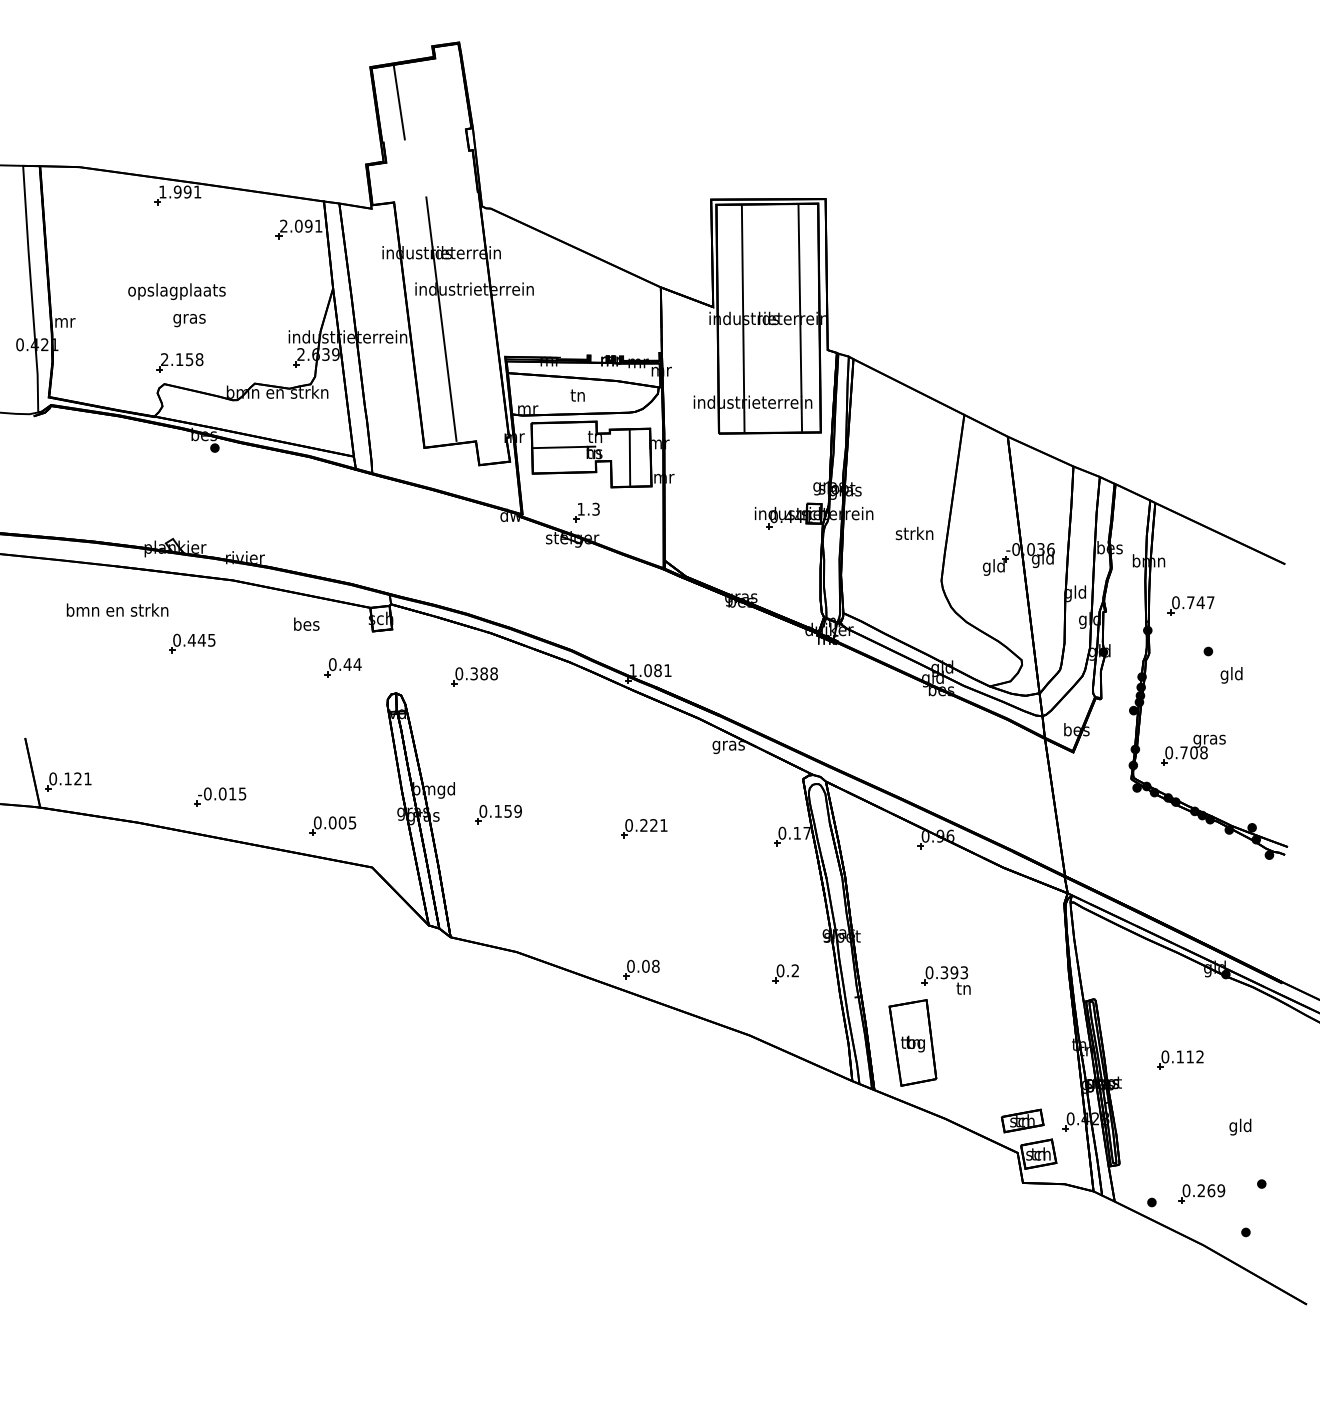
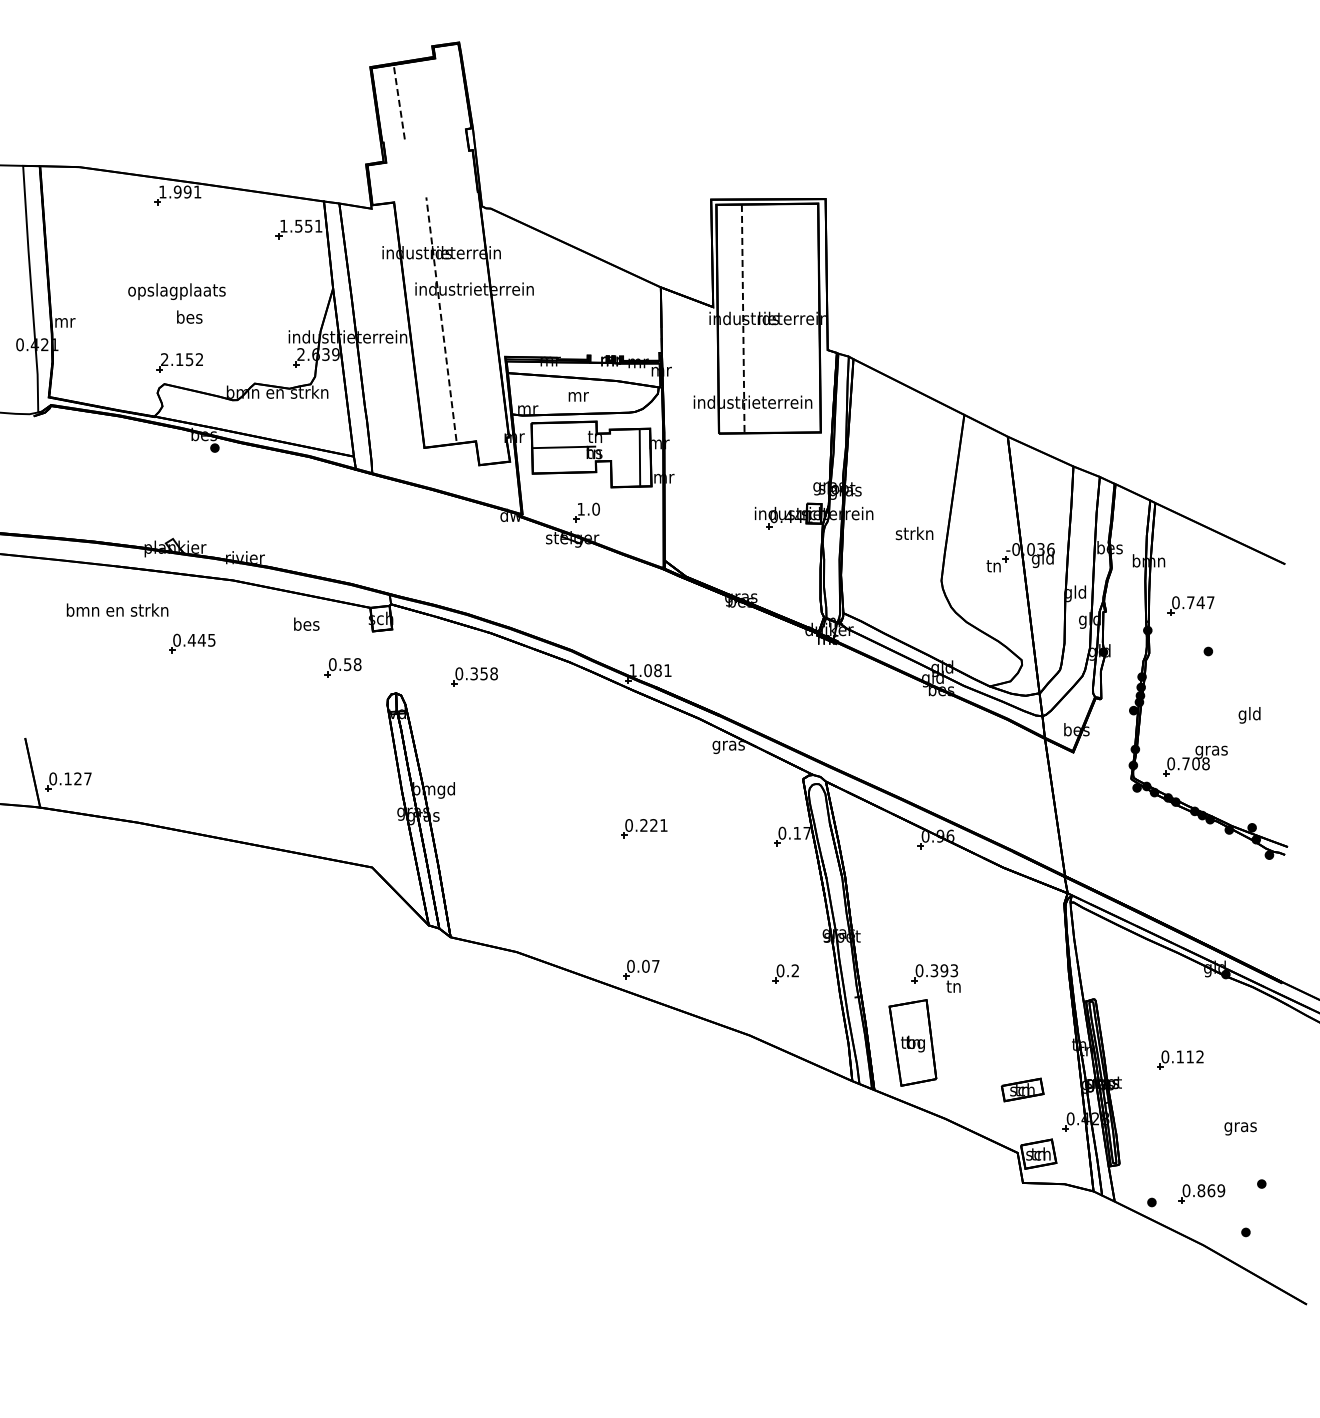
line at (399, 102): solid -> dashed
text at (296, 225): 2.091 -> 1.551
text at (189, 318): gras -> bes
line at (743, 318): solid -> dashed
line at (800, 318): present -> none
line at (441, 319): solid -> dashed
text at (199, 359): 2.158 -> 2.152
text at (578, 395): tn -> mr
line at (629, 457) position: (629, 457) -> (639, 457)
text at (595, 508): 1.3 -> 1.0
text at (993, 567): gld -> tn
text at (352, 664): 0.44 -> 0.58
text at (483, 673): 0.388 -> 0.358
text at (1231, 675) position: (1231, 675) -> (1249, 715)
part at (1193, 749) position: (1193, 749) -> (1195, 760)
text at (87, 778): 0.121 -> 0.127
part at (220, 796): present -> none
part at (498, 814): present -> none
part at (332, 825): present -> none
text at (655, 965): 0.08 -> 0.07
part at (945, 980) position: (945, 980) -> (935, 978)
part at (1022, 1120) position: (1022, 1120) -> (1022, 1089)
text at (1240, 1126): gld -> gras
text at (1201, 1190): 0.269 -> 0.869
